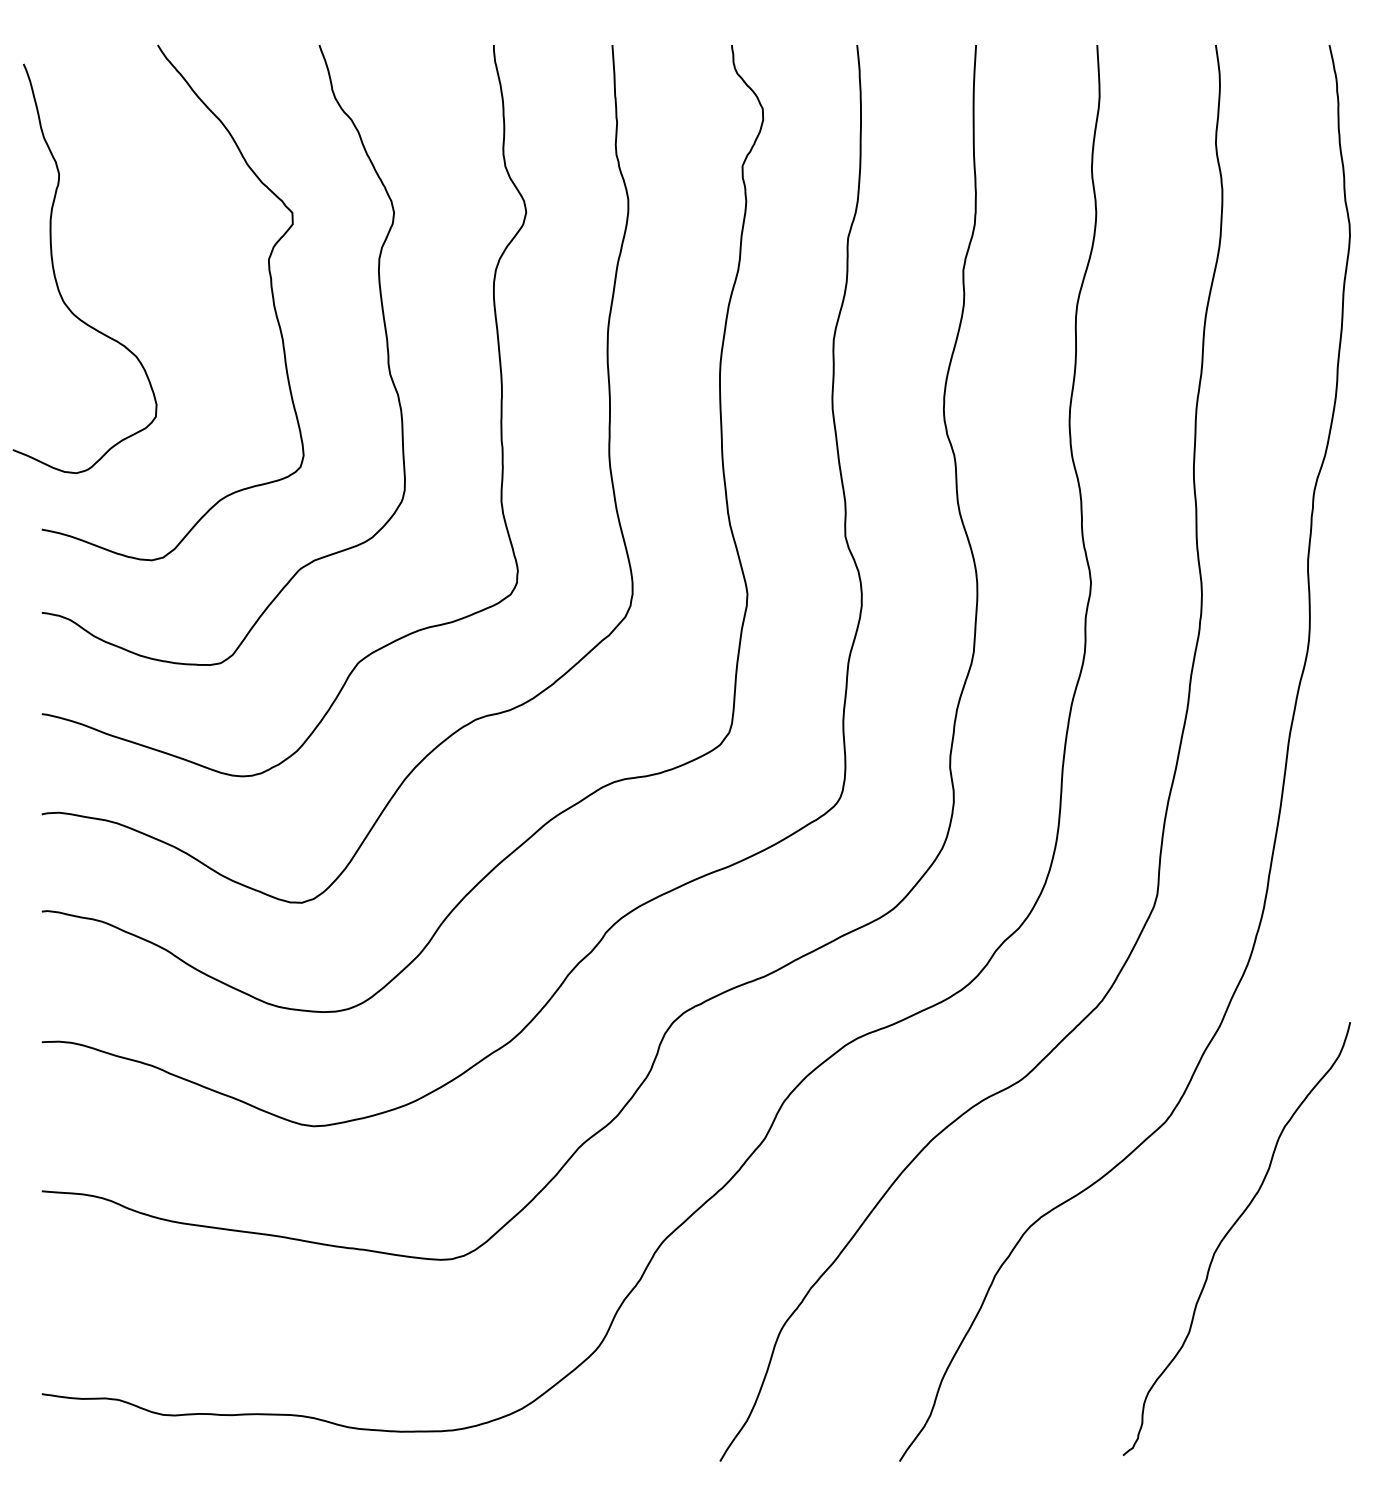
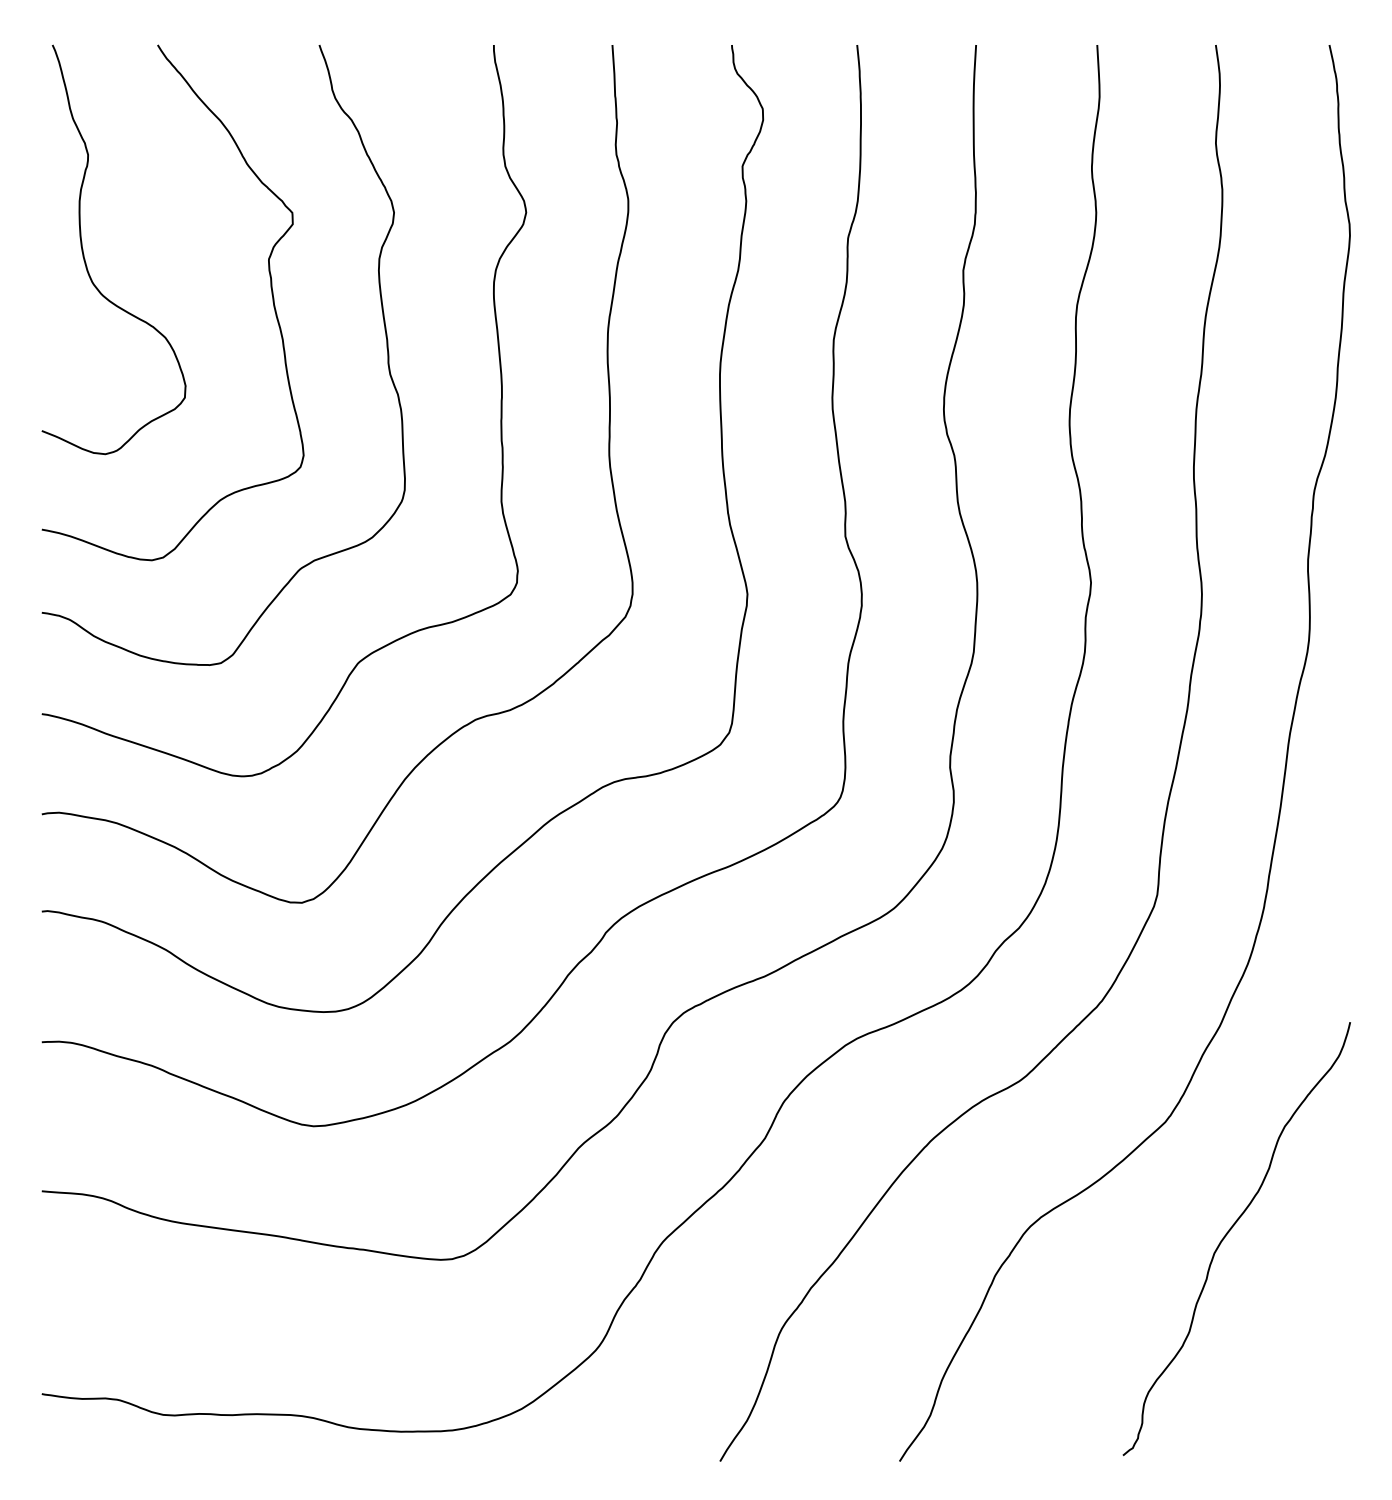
curve at (55, 273) position: (55, 273) -> (84, 254)
